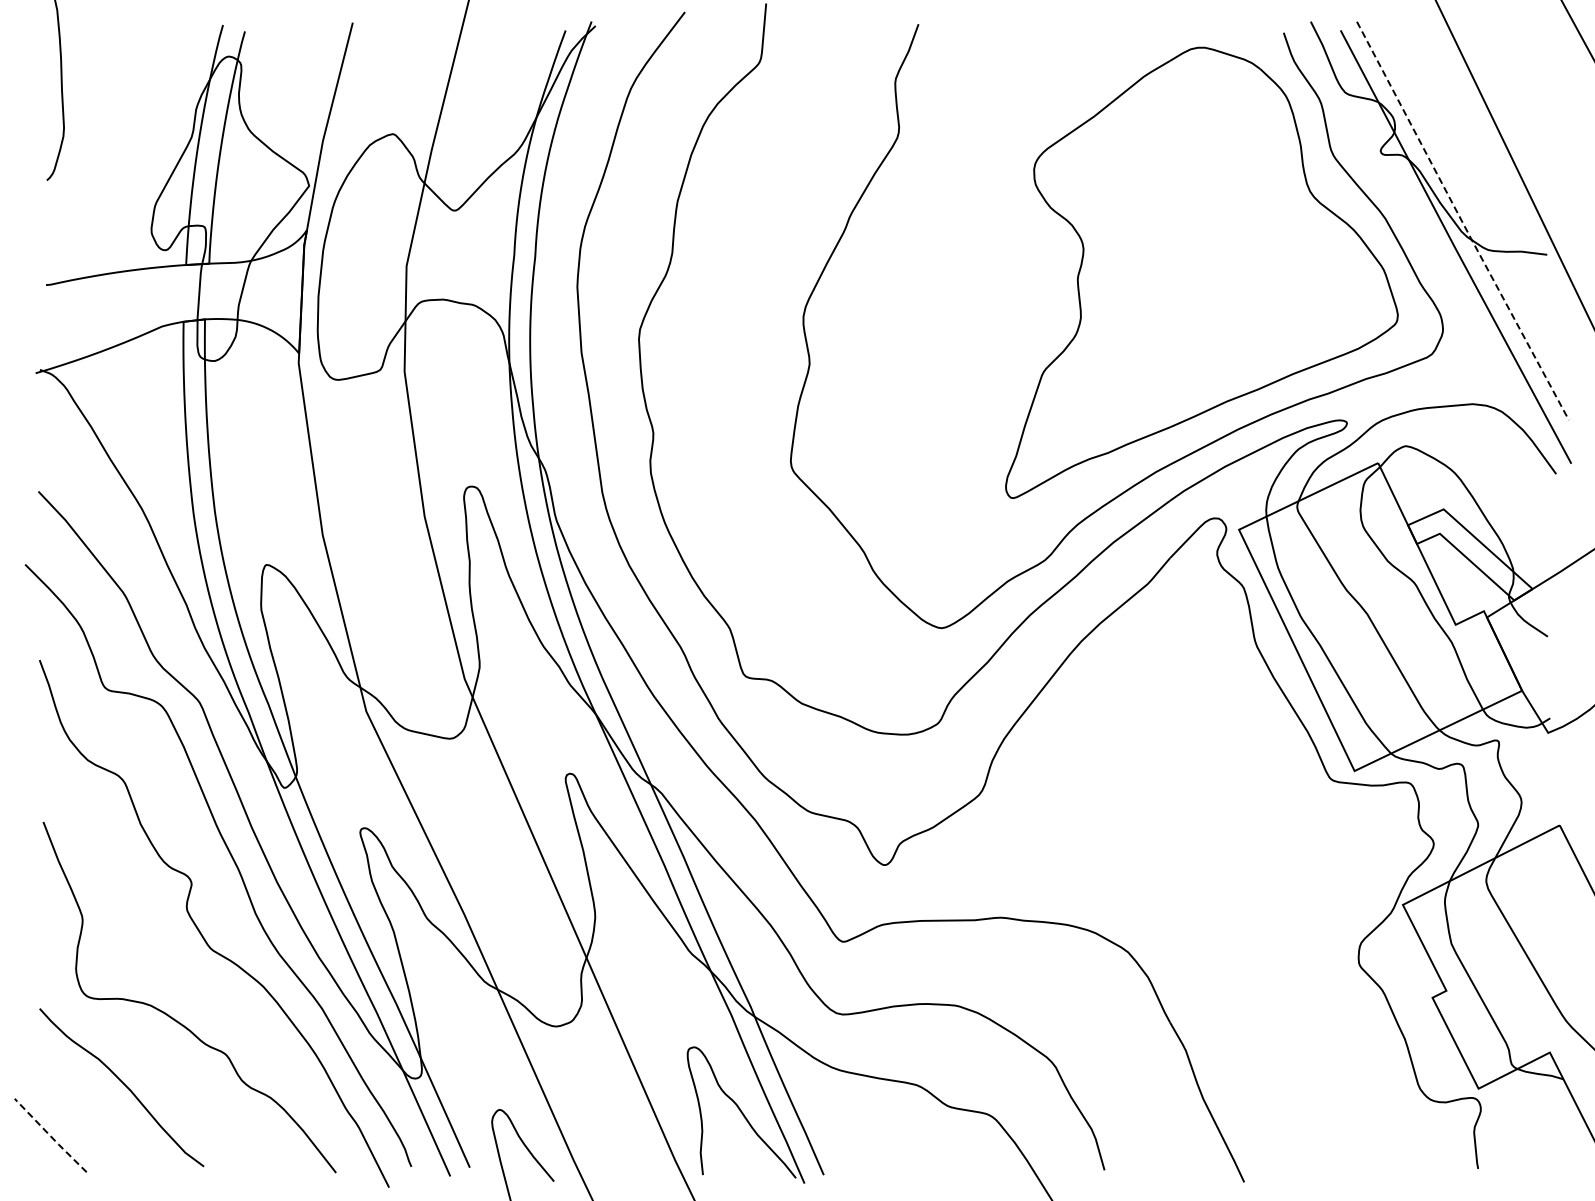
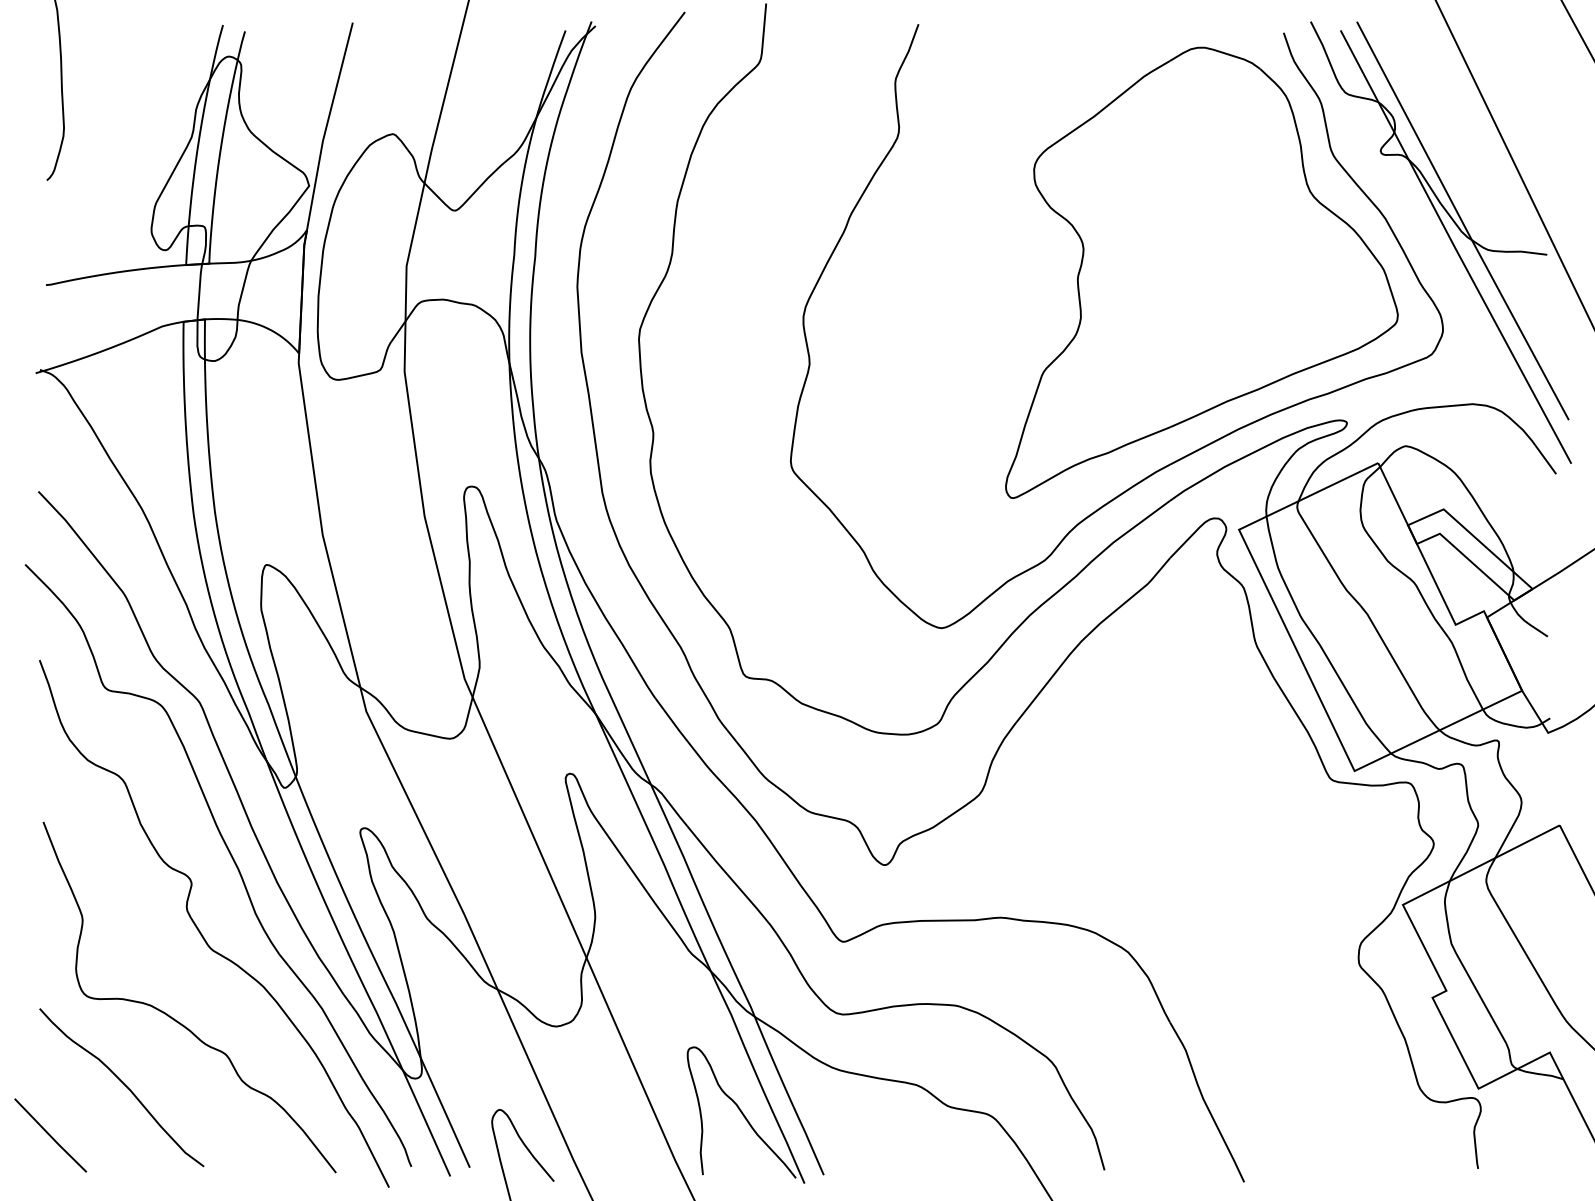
line at (1462, 222): dashed -> solid
line at (50, 1135): dashed -> solid
